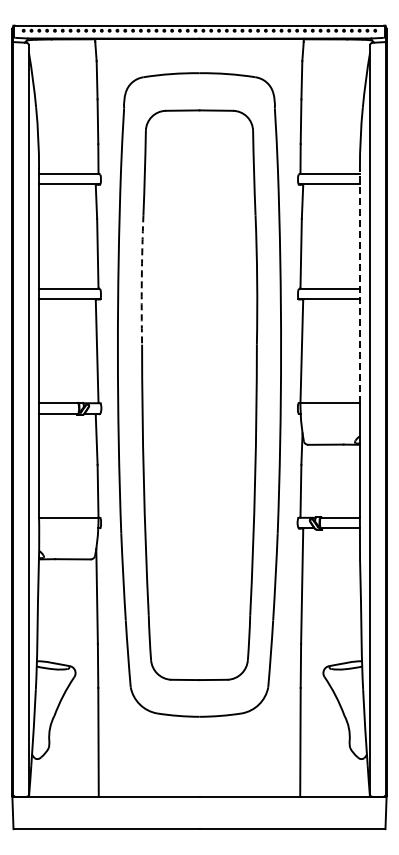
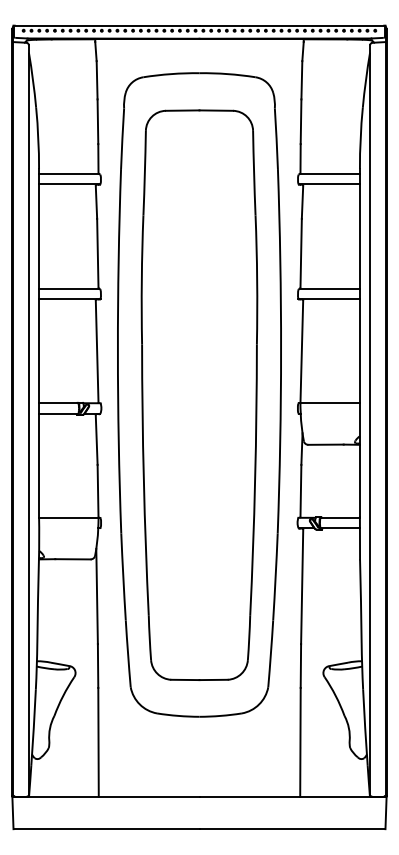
arc at (141, 280): dashed -> solid
line at (359, 285): dashed -> solid
